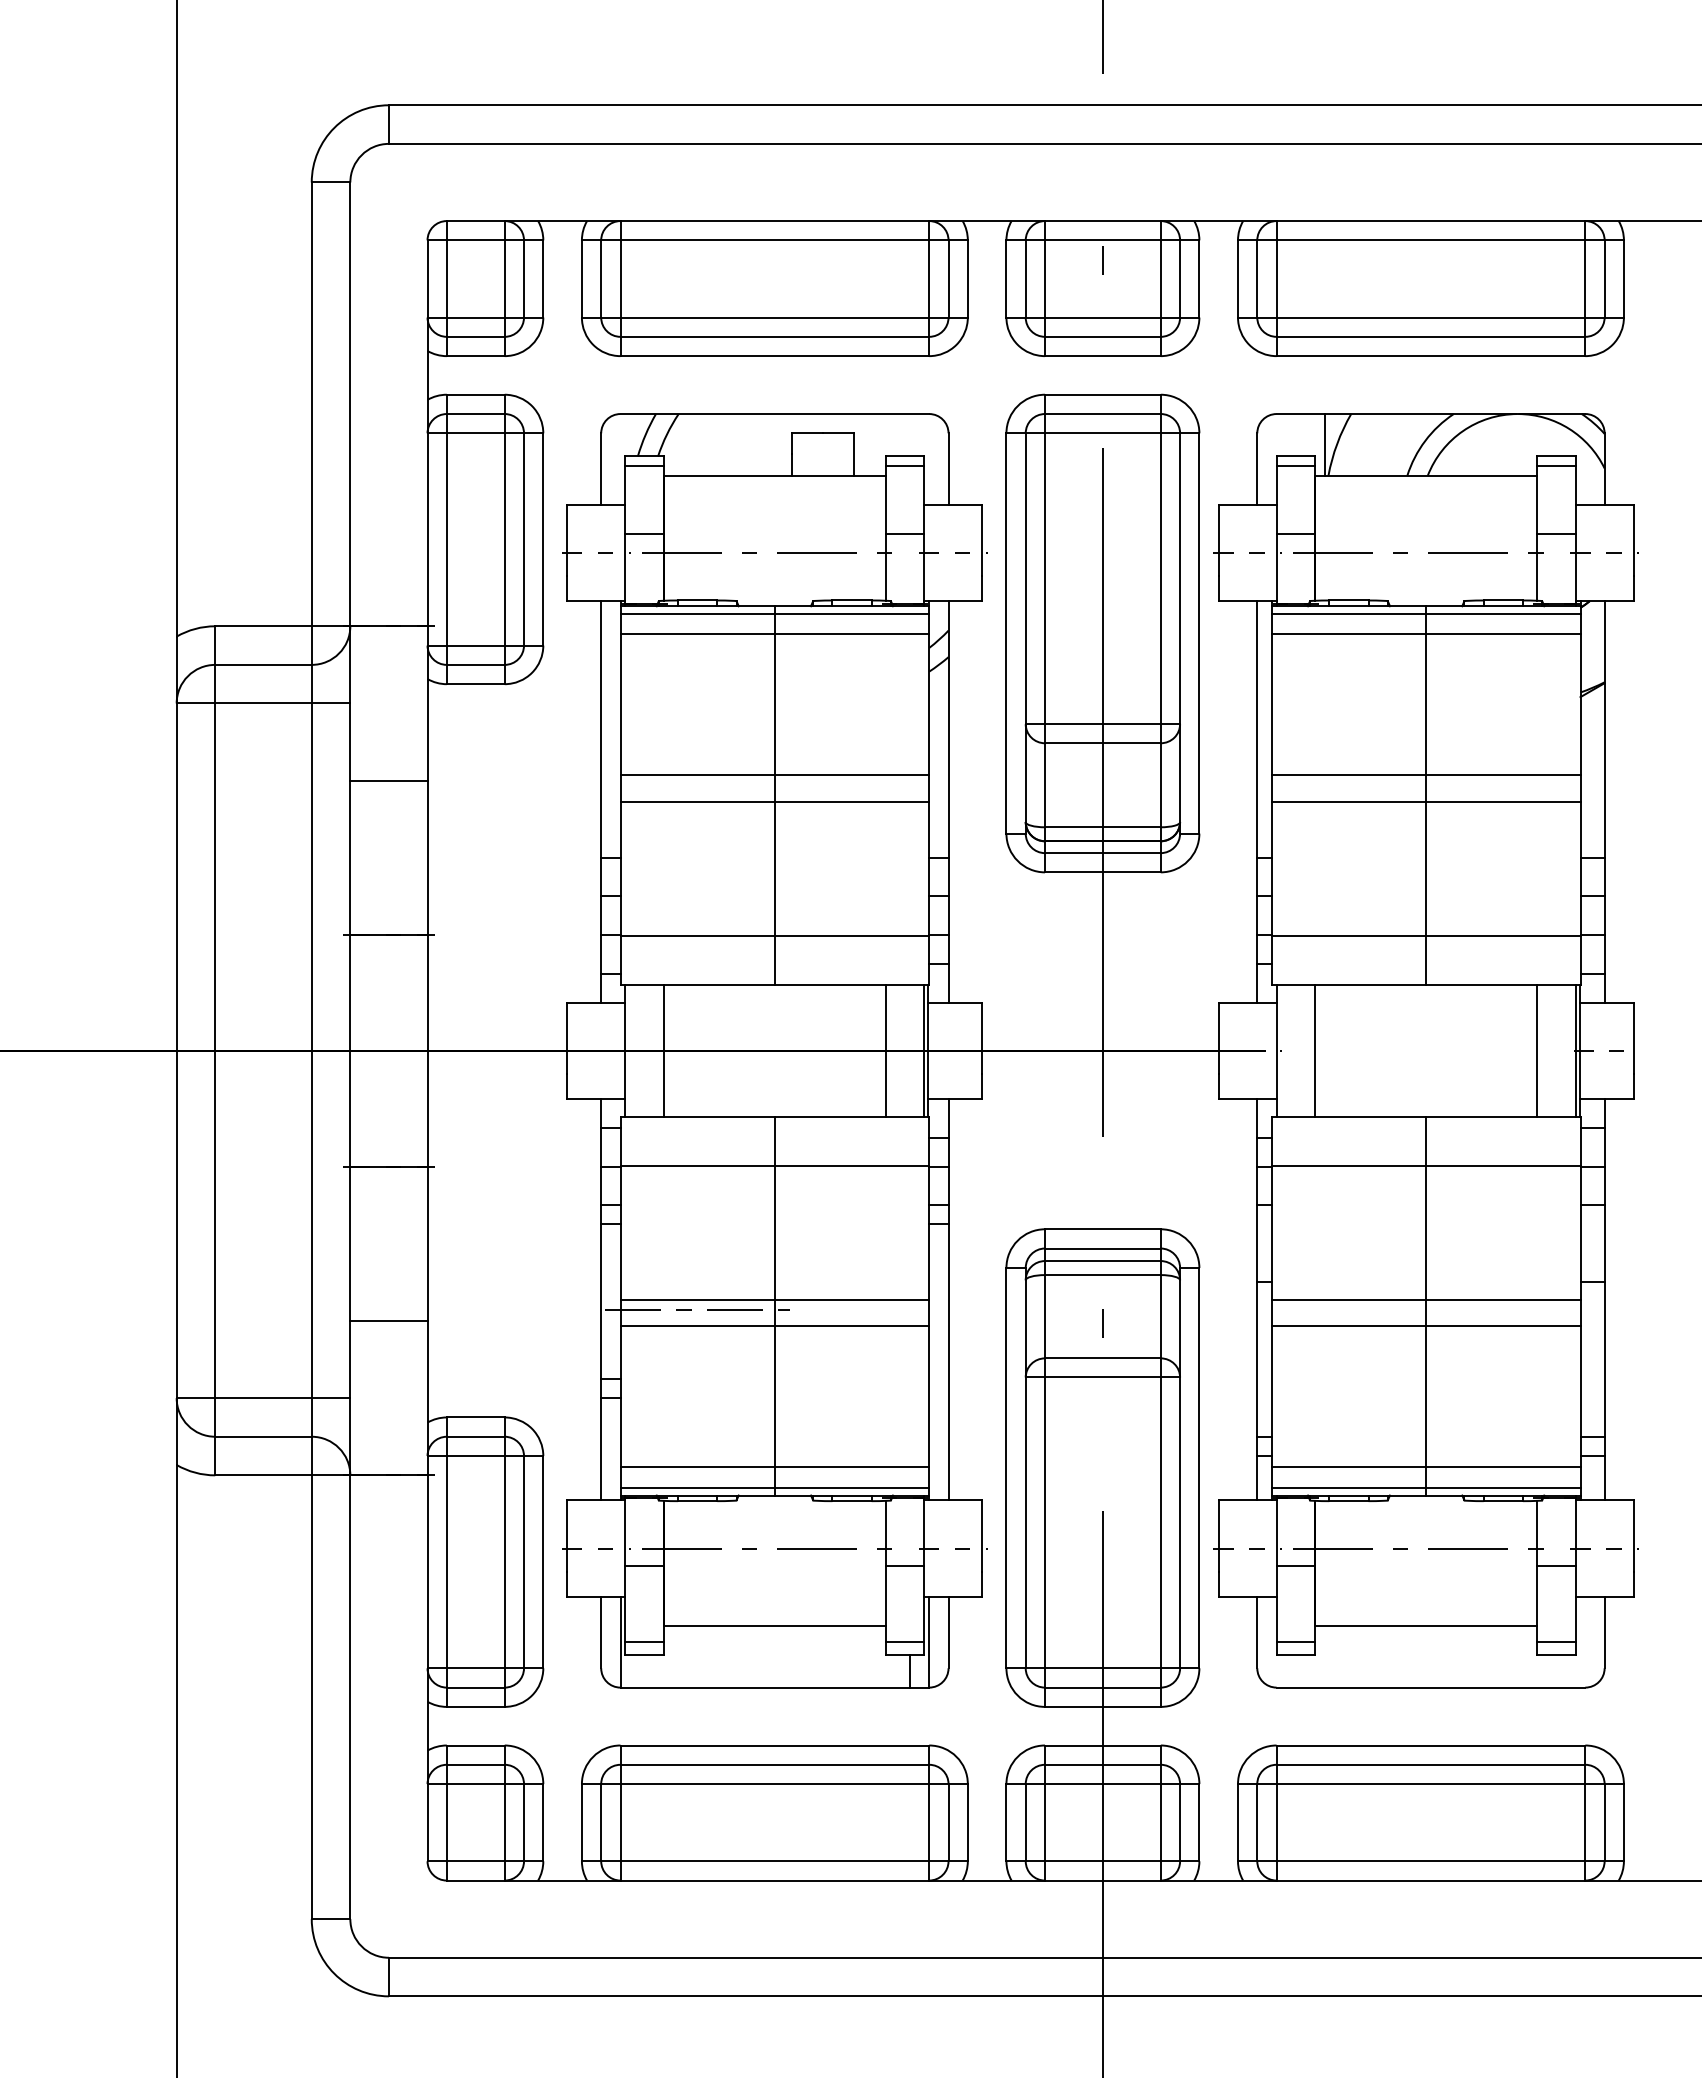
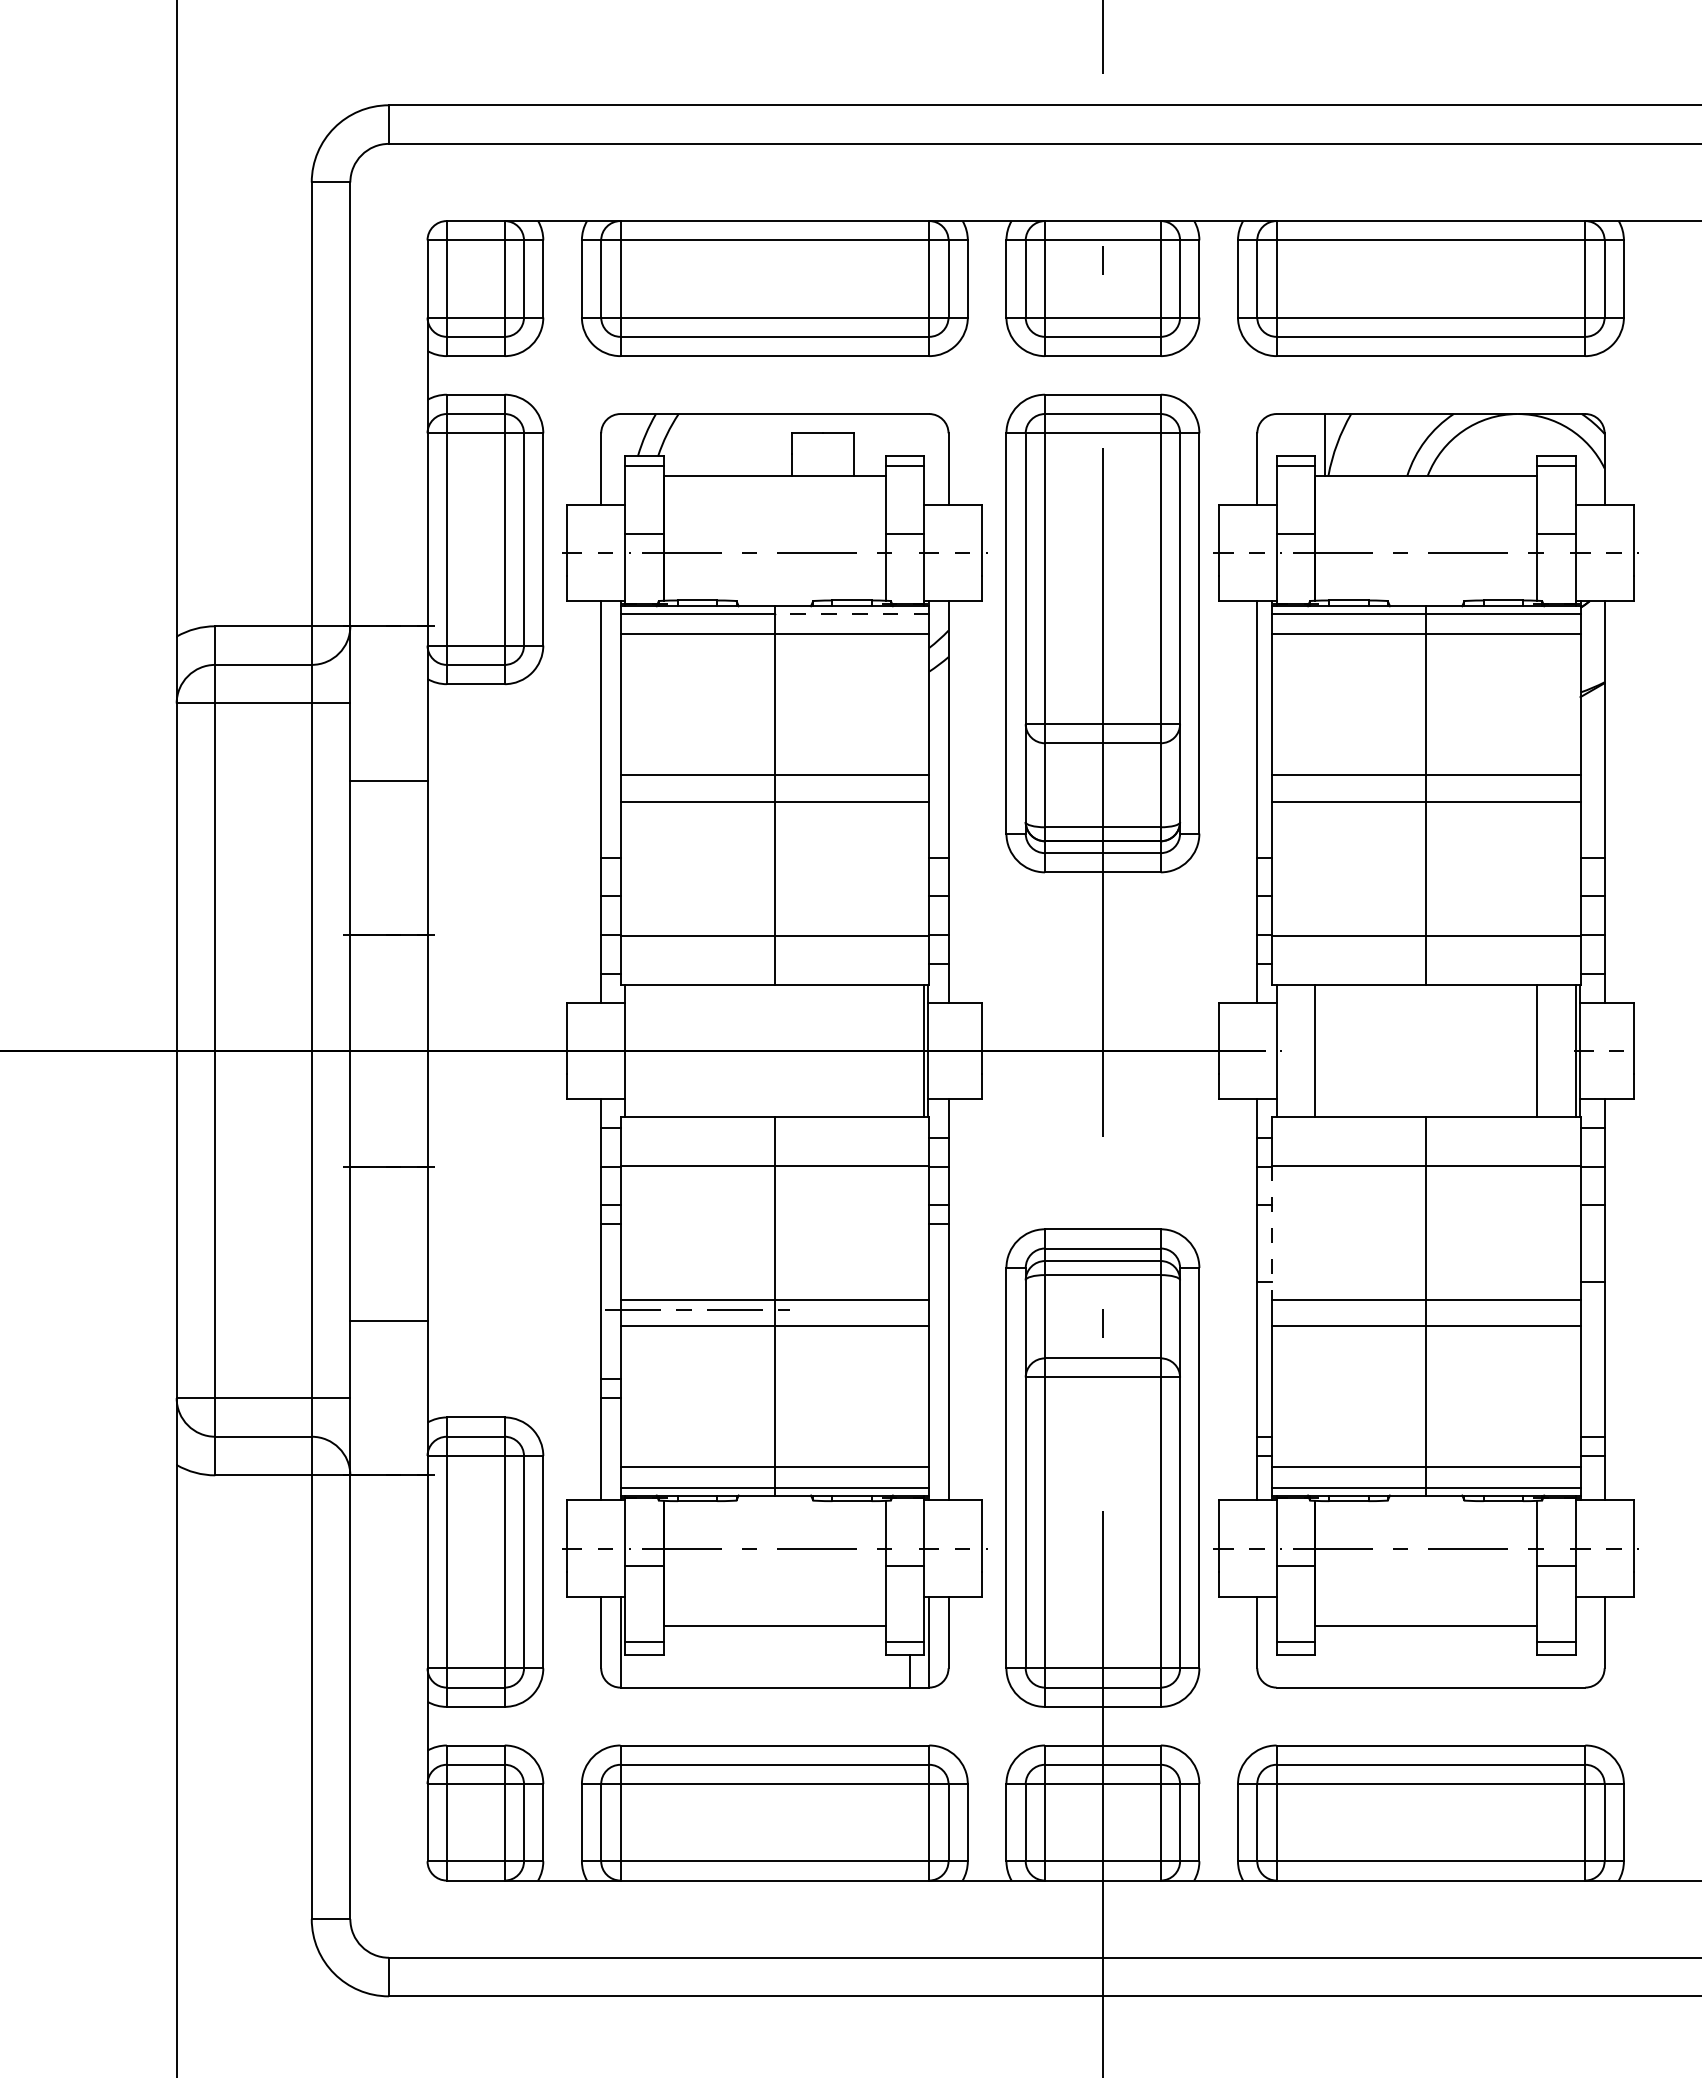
line at (851, 614): solid -> dashed
line at (663, 1050): present -> none
line at (885, 1050): present -> none
line at (1271, 1232): solid -> dashed
